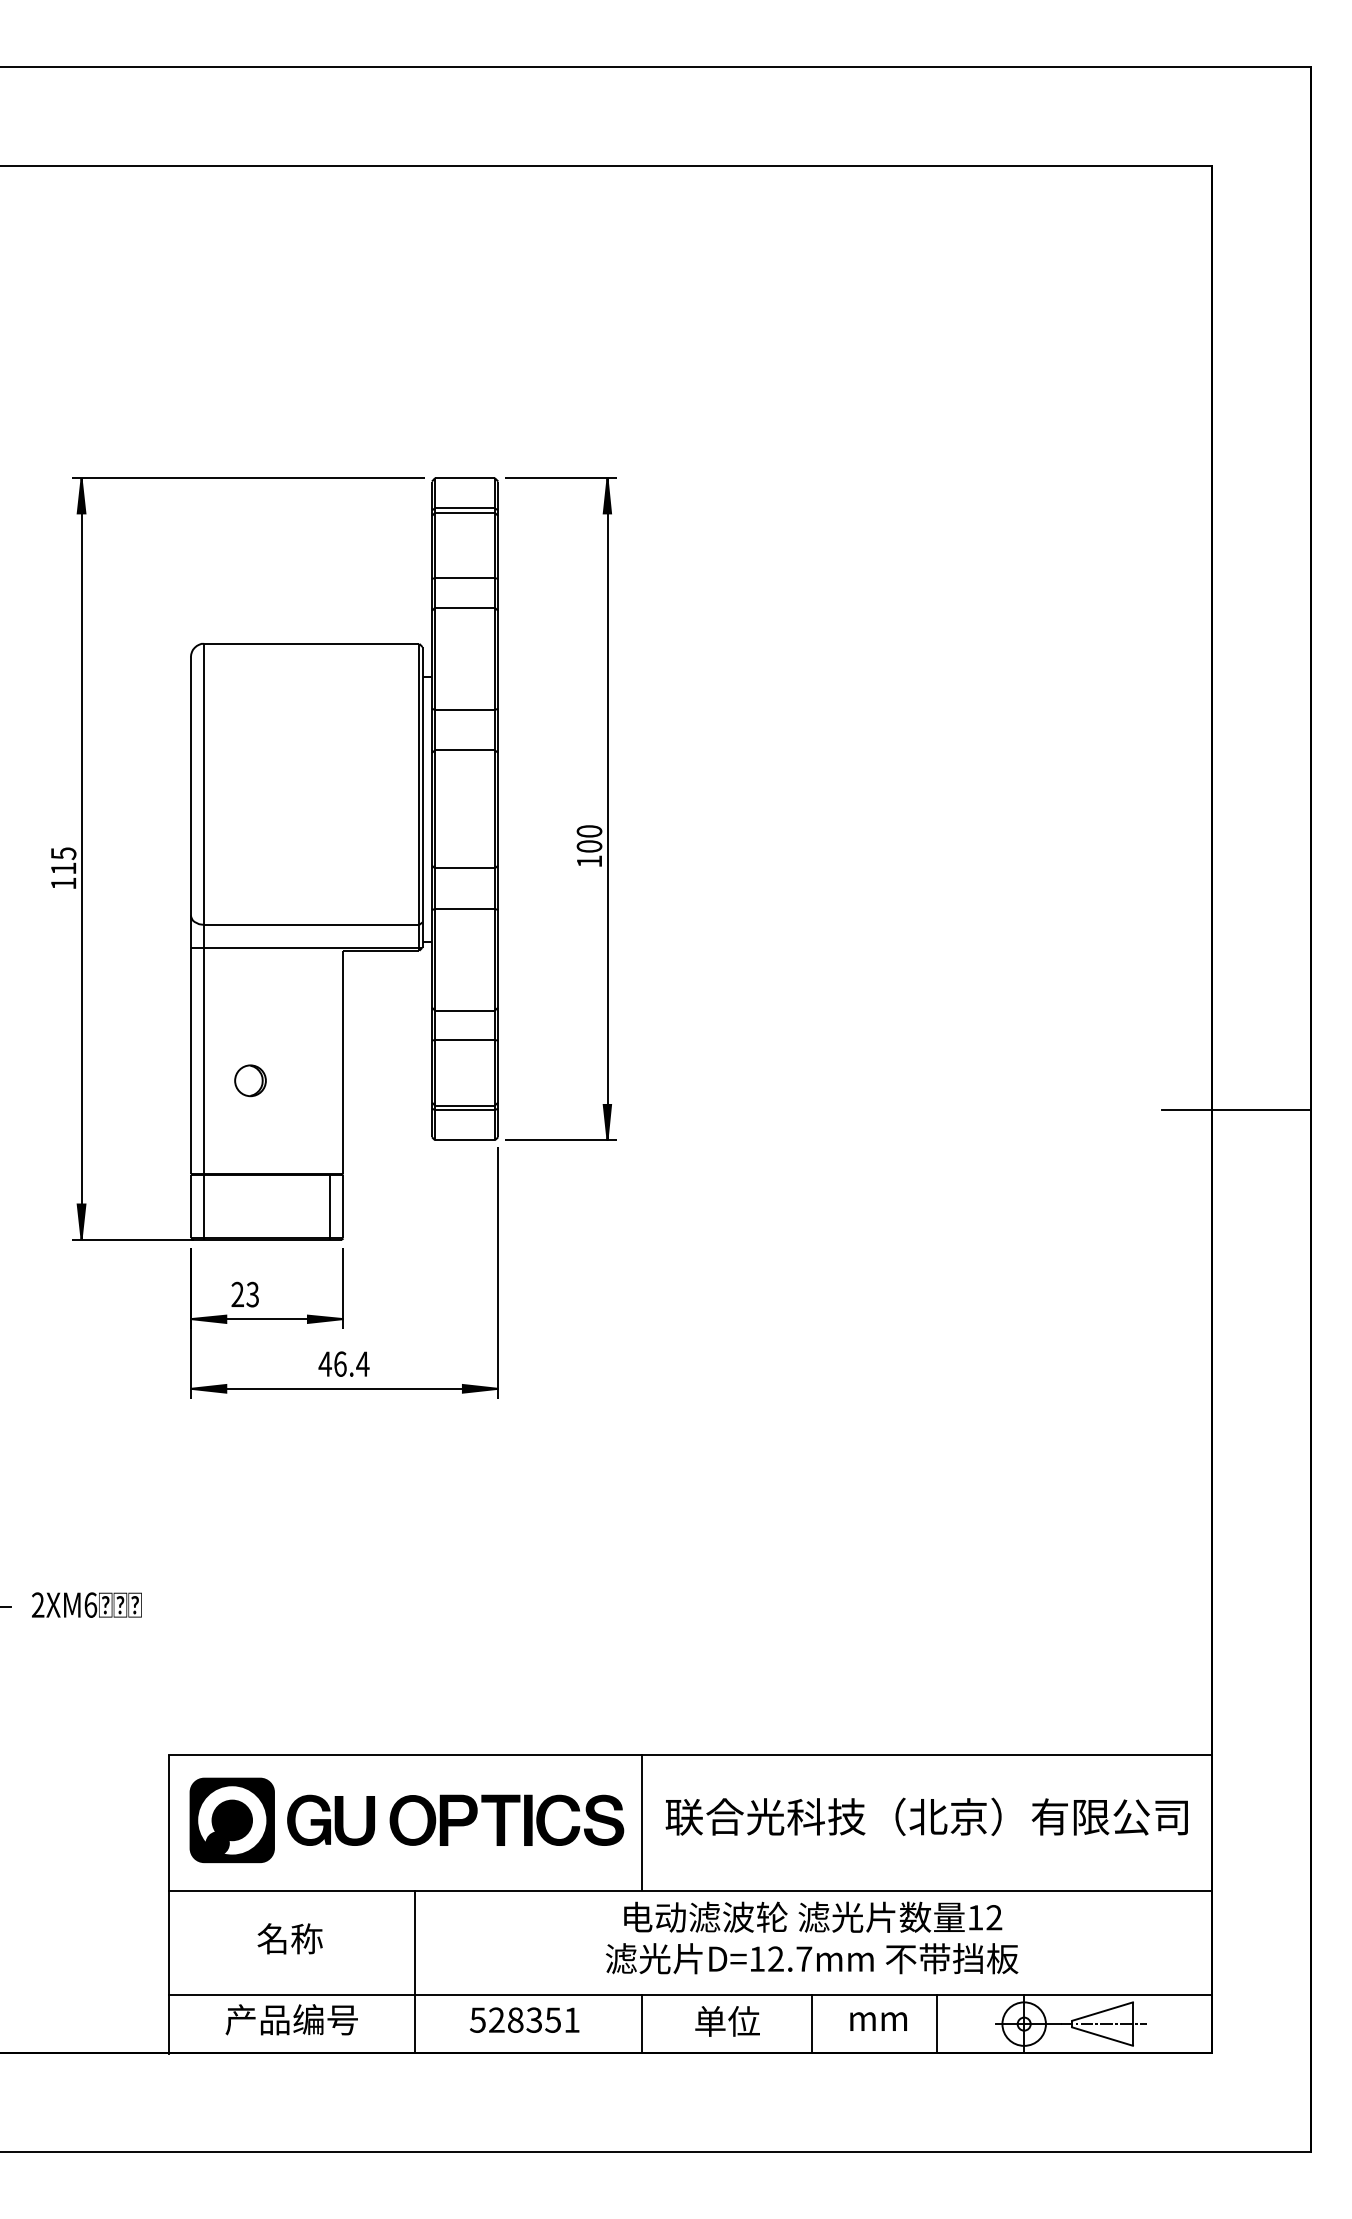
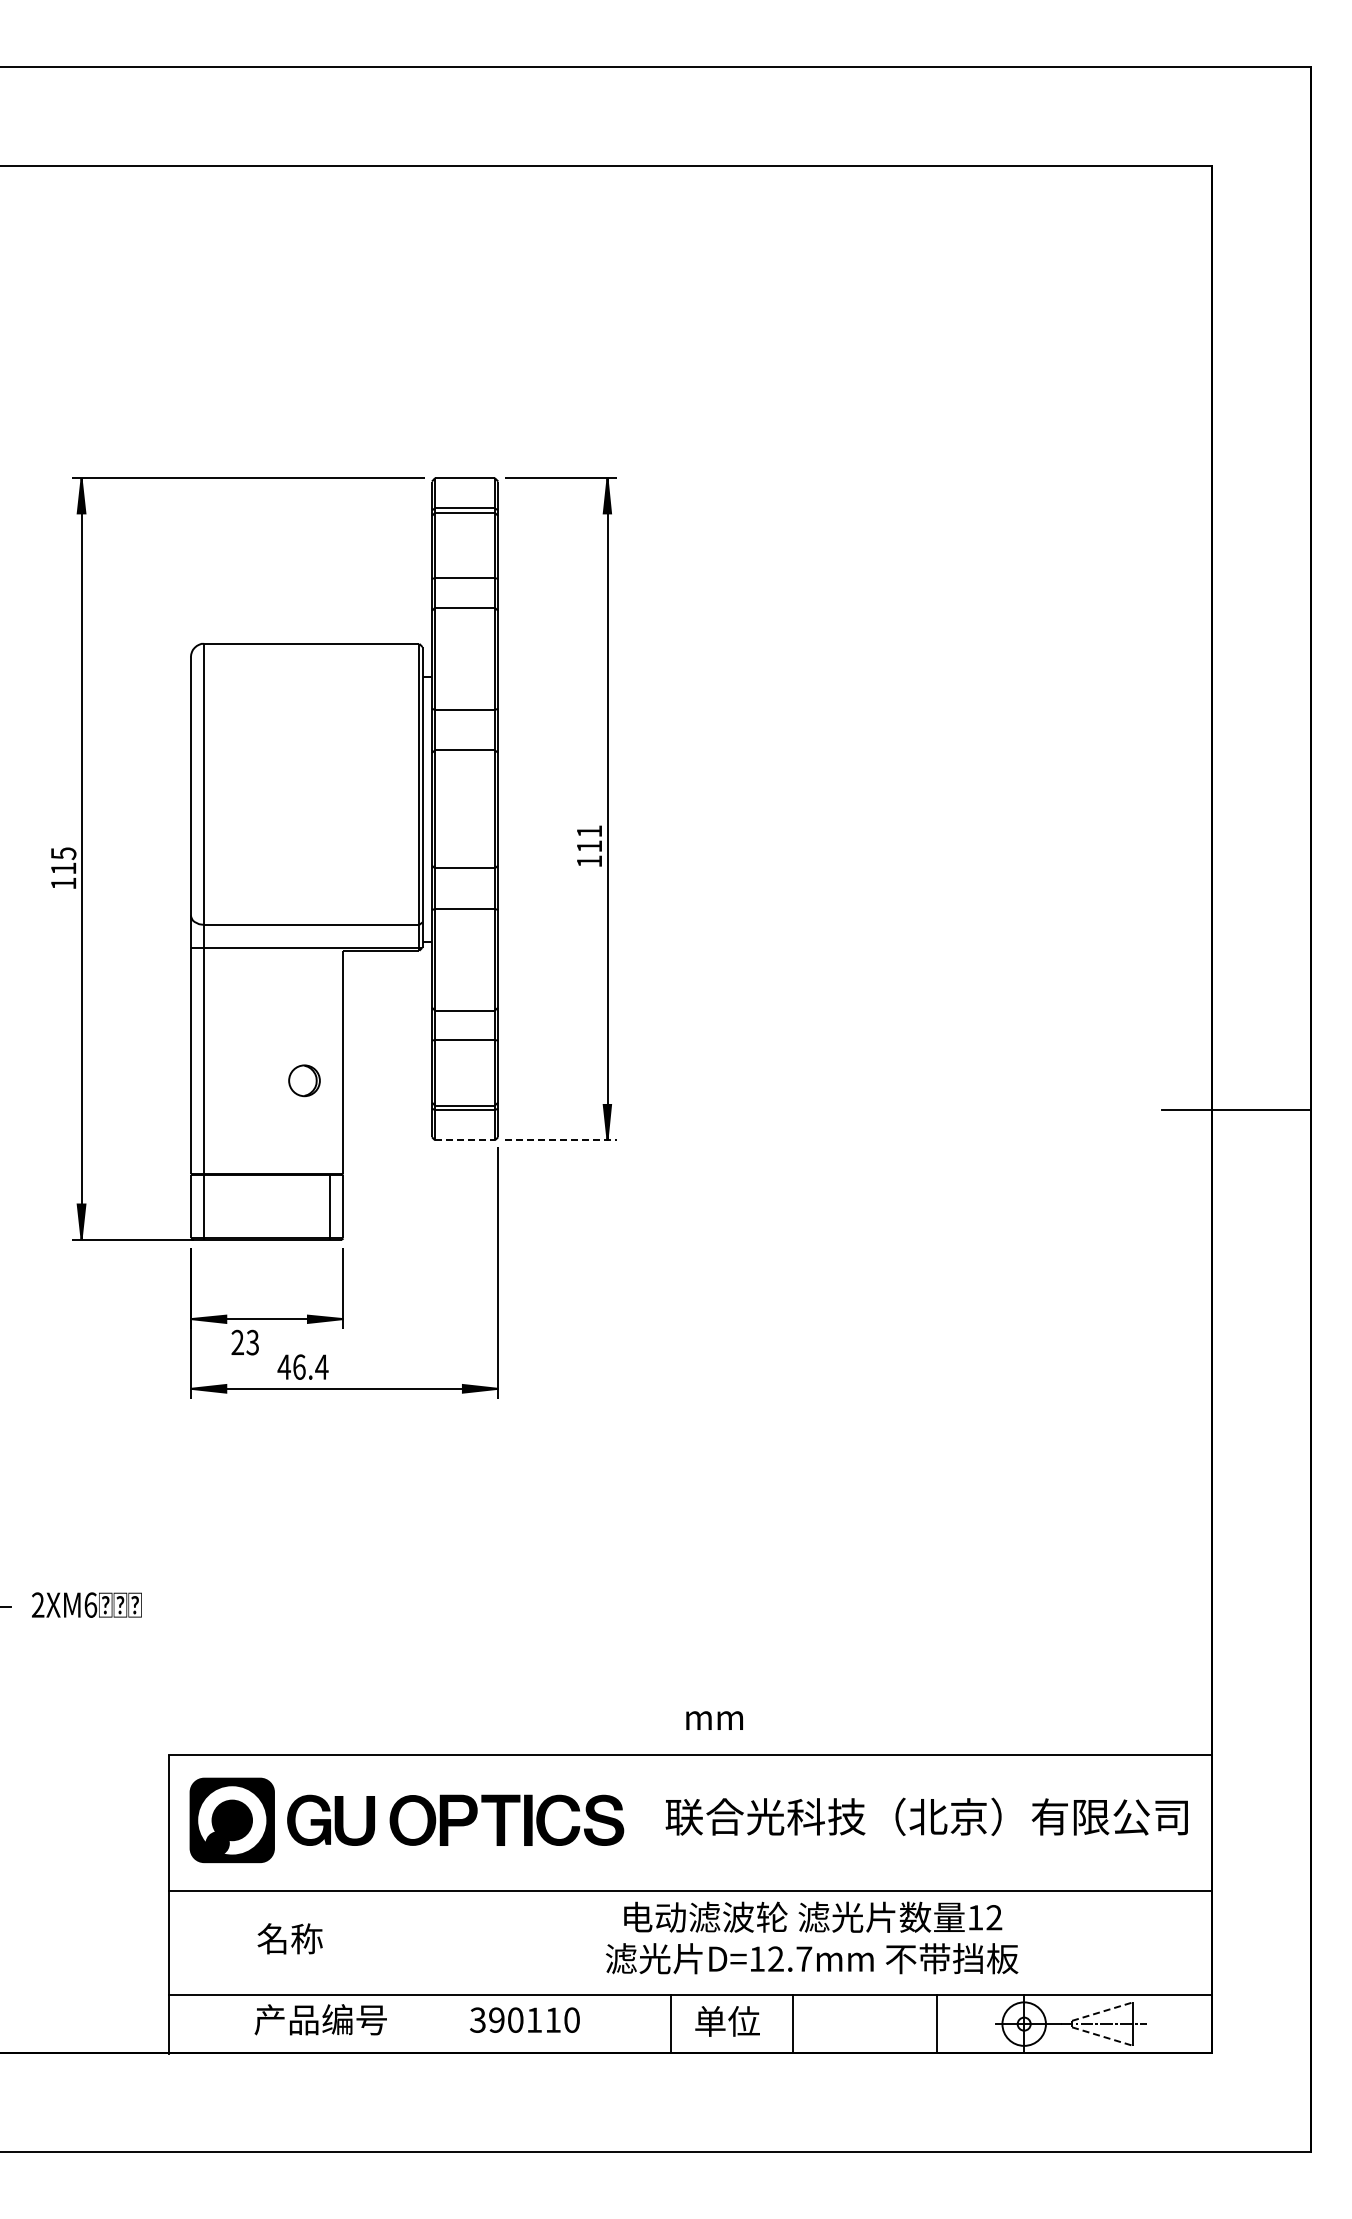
text at (589, 838): 100 -> 111
part at (250, 1080) position: (250, 1080) -> (304, 1080)
line at (464, 1140): solid -> dashed
line at (561, 1140): solid -> dashed
text at (244, 1294) position: (244, 1294) -> (244, 1342)
text at (343, 1363) position: (343, 1363) -> (302, 1366)
line at (642, 1822): present -> none
line at (415, 1971): present -> none
line at (1102, 2011): solid -> dashed
text at (291, 2019) position: (291, 2019) -> (320, 2019)
text at (524, 2019): 528351 -> 390110
text at (878, 2021) position: (878, 2021) -> (714, 1720)
line at (642, 2024) position: (642, 2024) -> (671, 2024)
line at (812, 2024) position: (812, 2024) -> (793, 2024)
line at (1102, 2036): solid -> dashed
